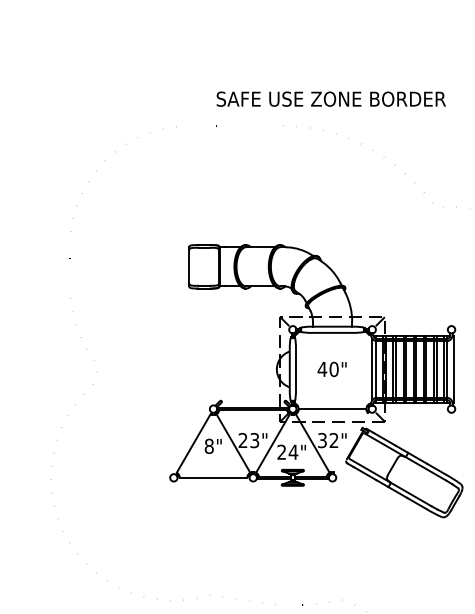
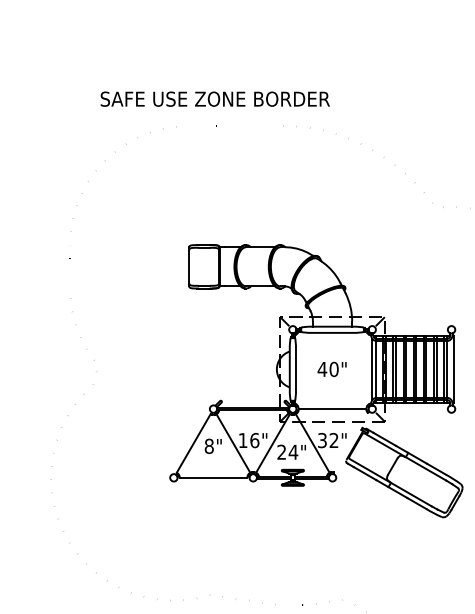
text at (330, 98) position: (330, 98) -> (214, 98)
text at (248, 440): 23" -> 16"
